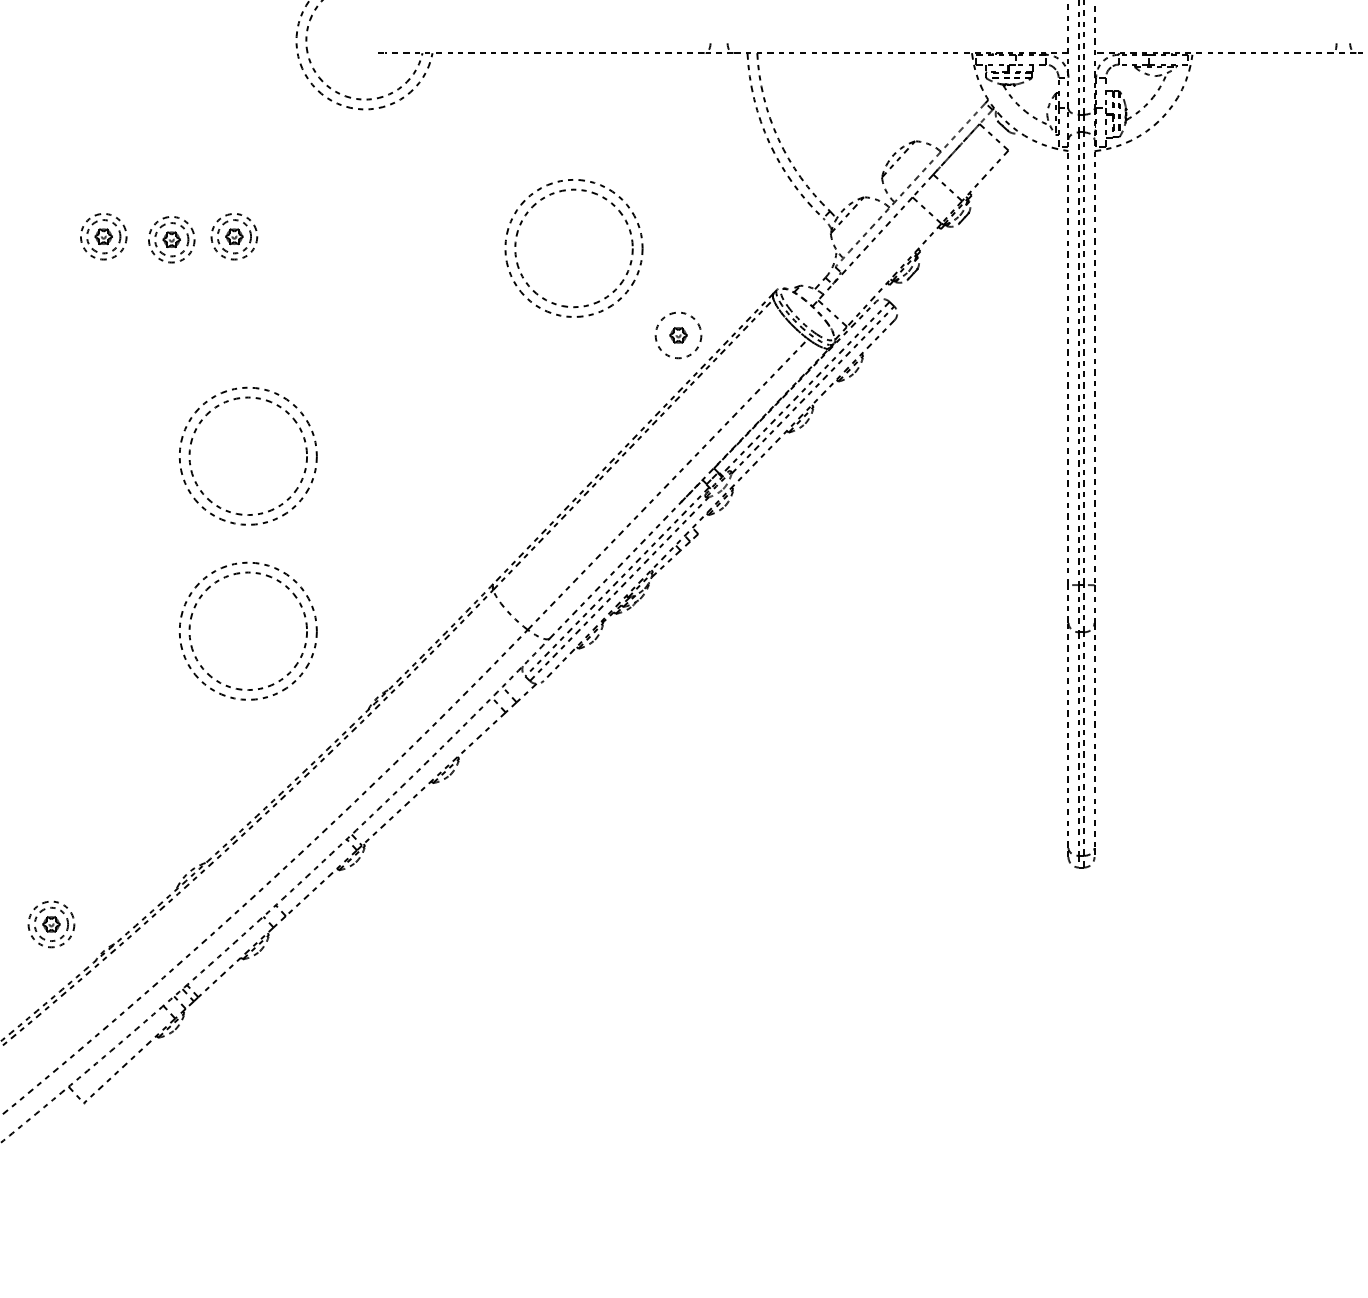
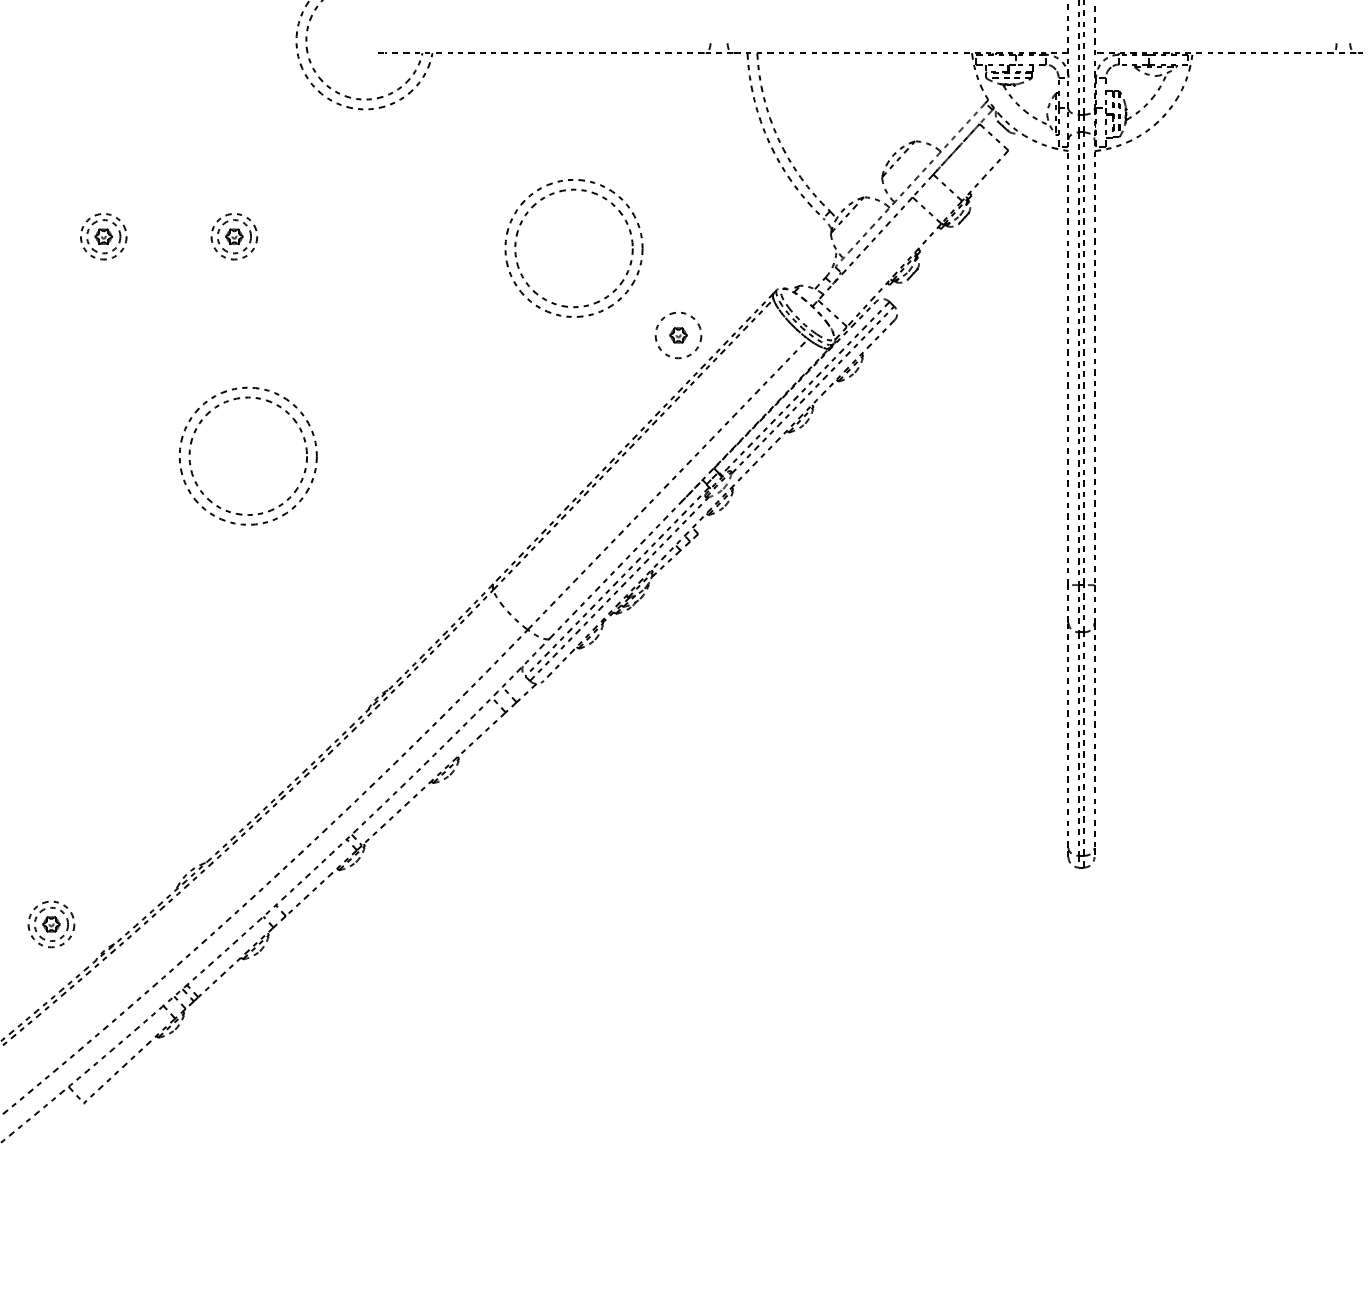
part at (171, 239): present -> none
part at (268, 577): present -> none
